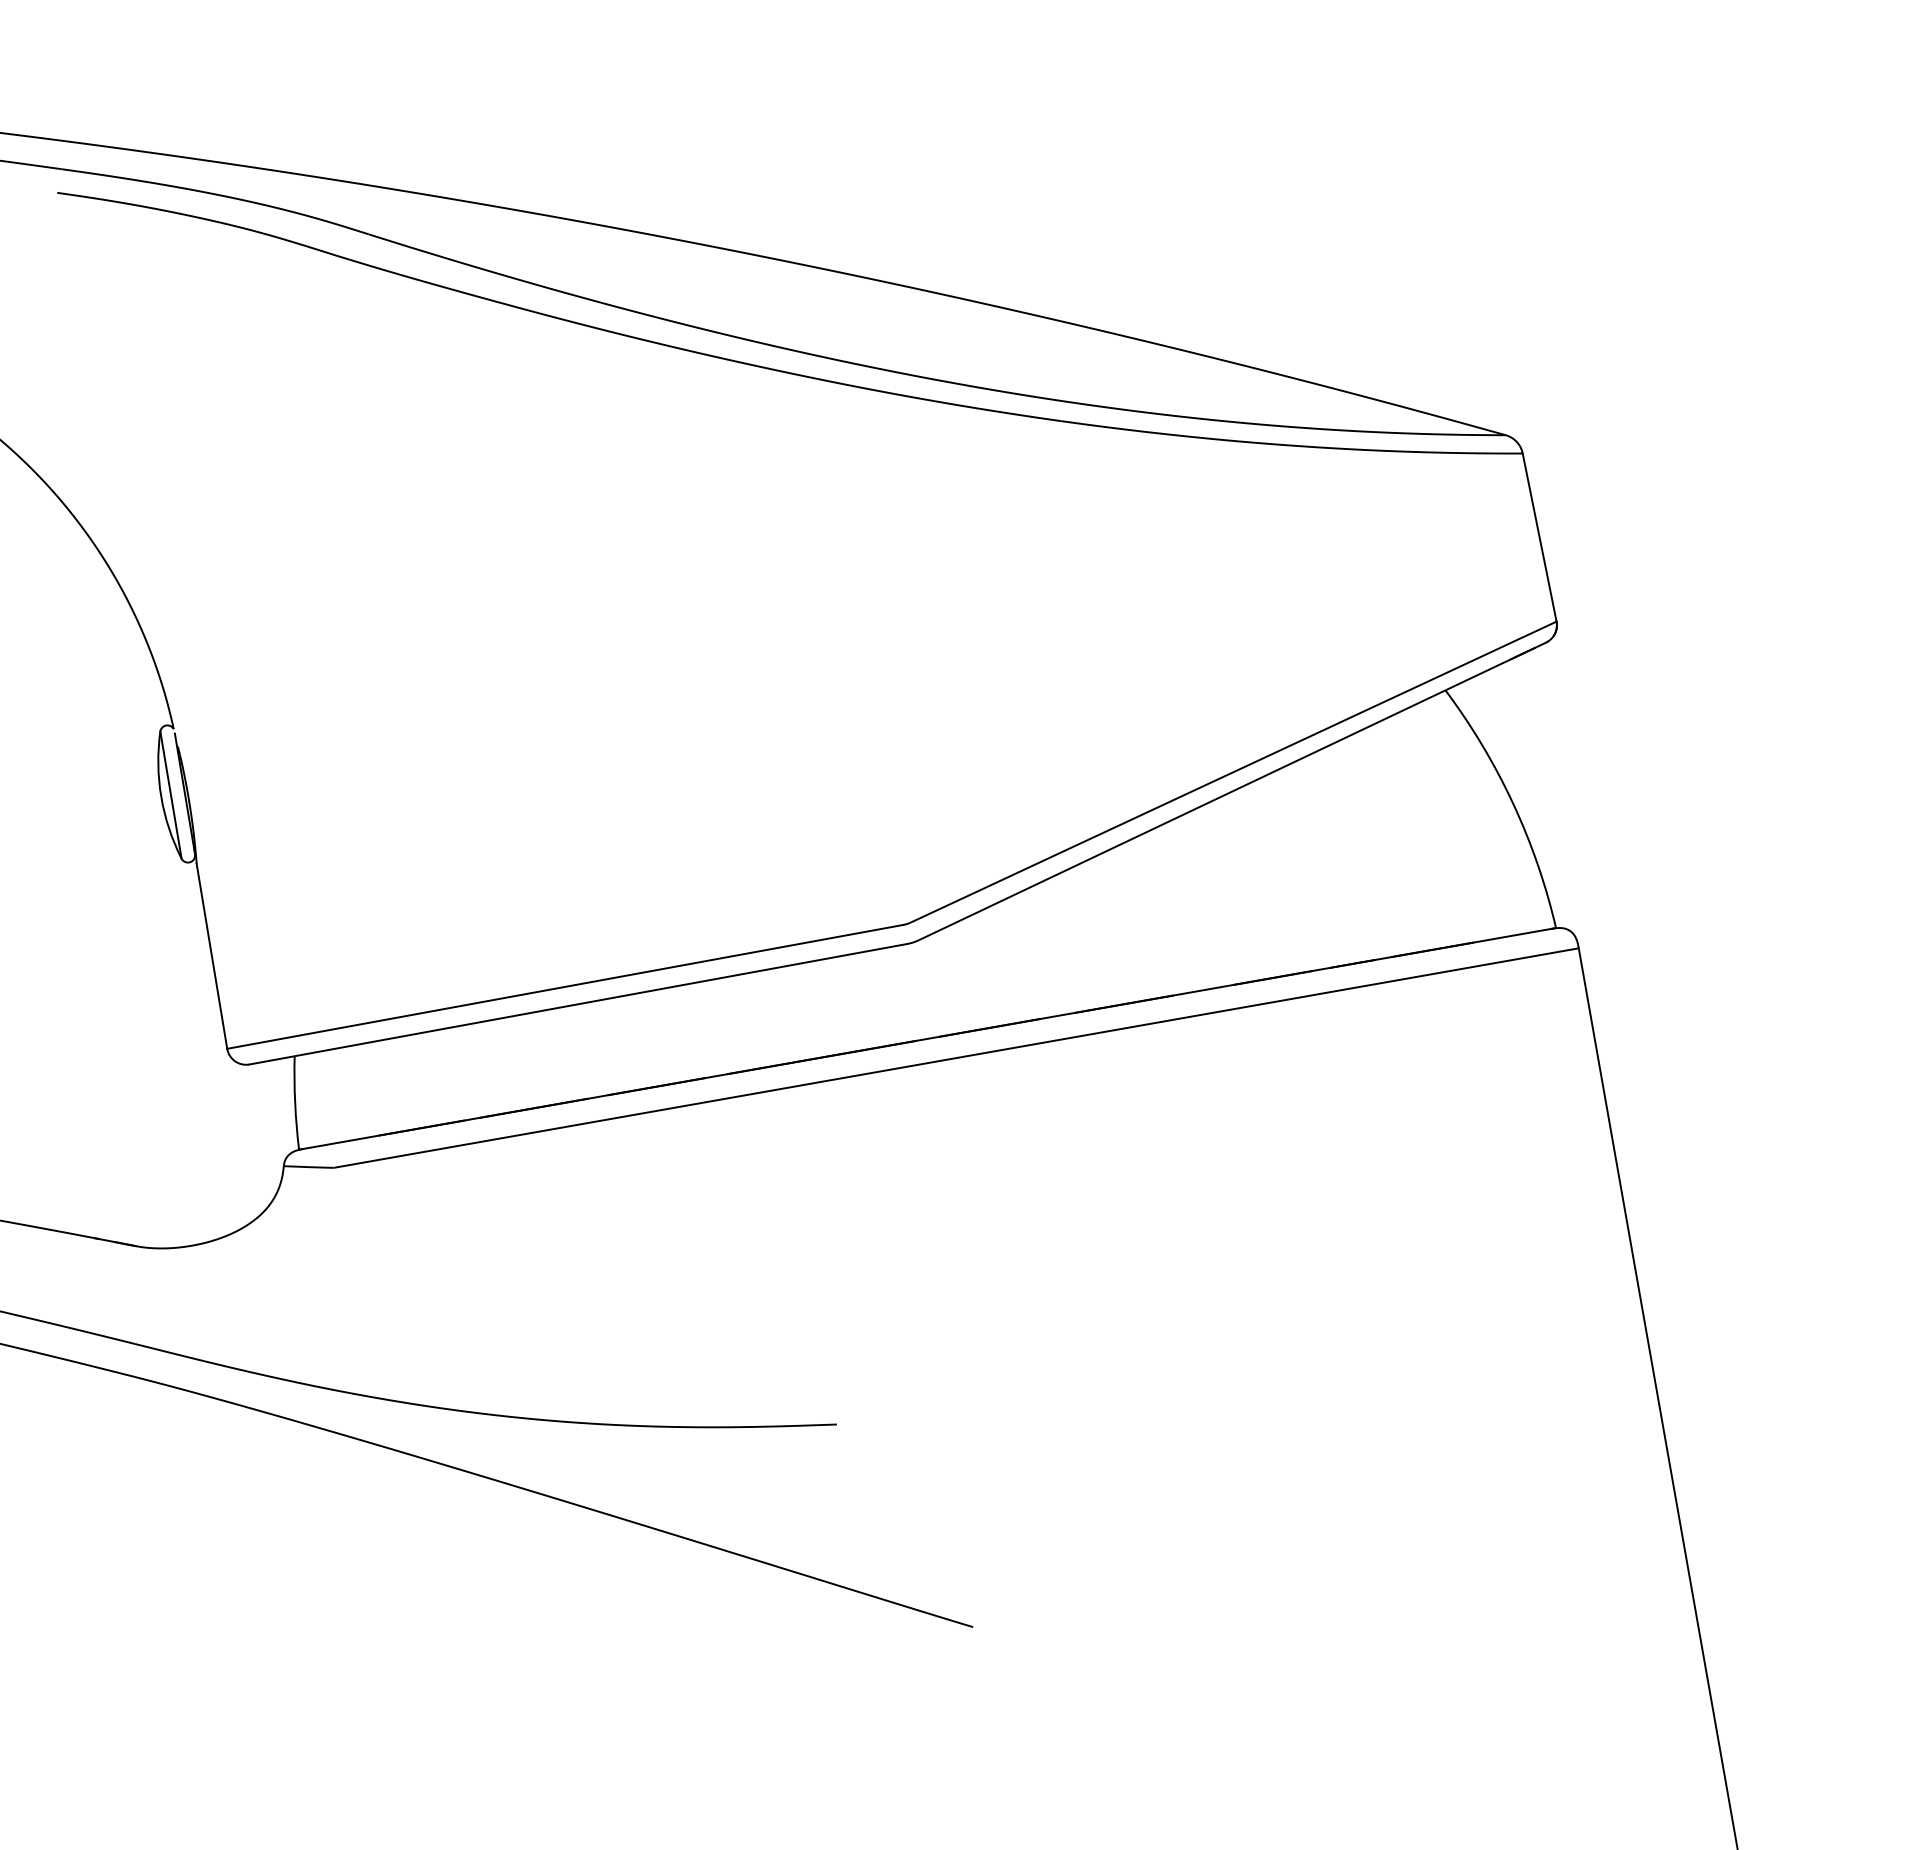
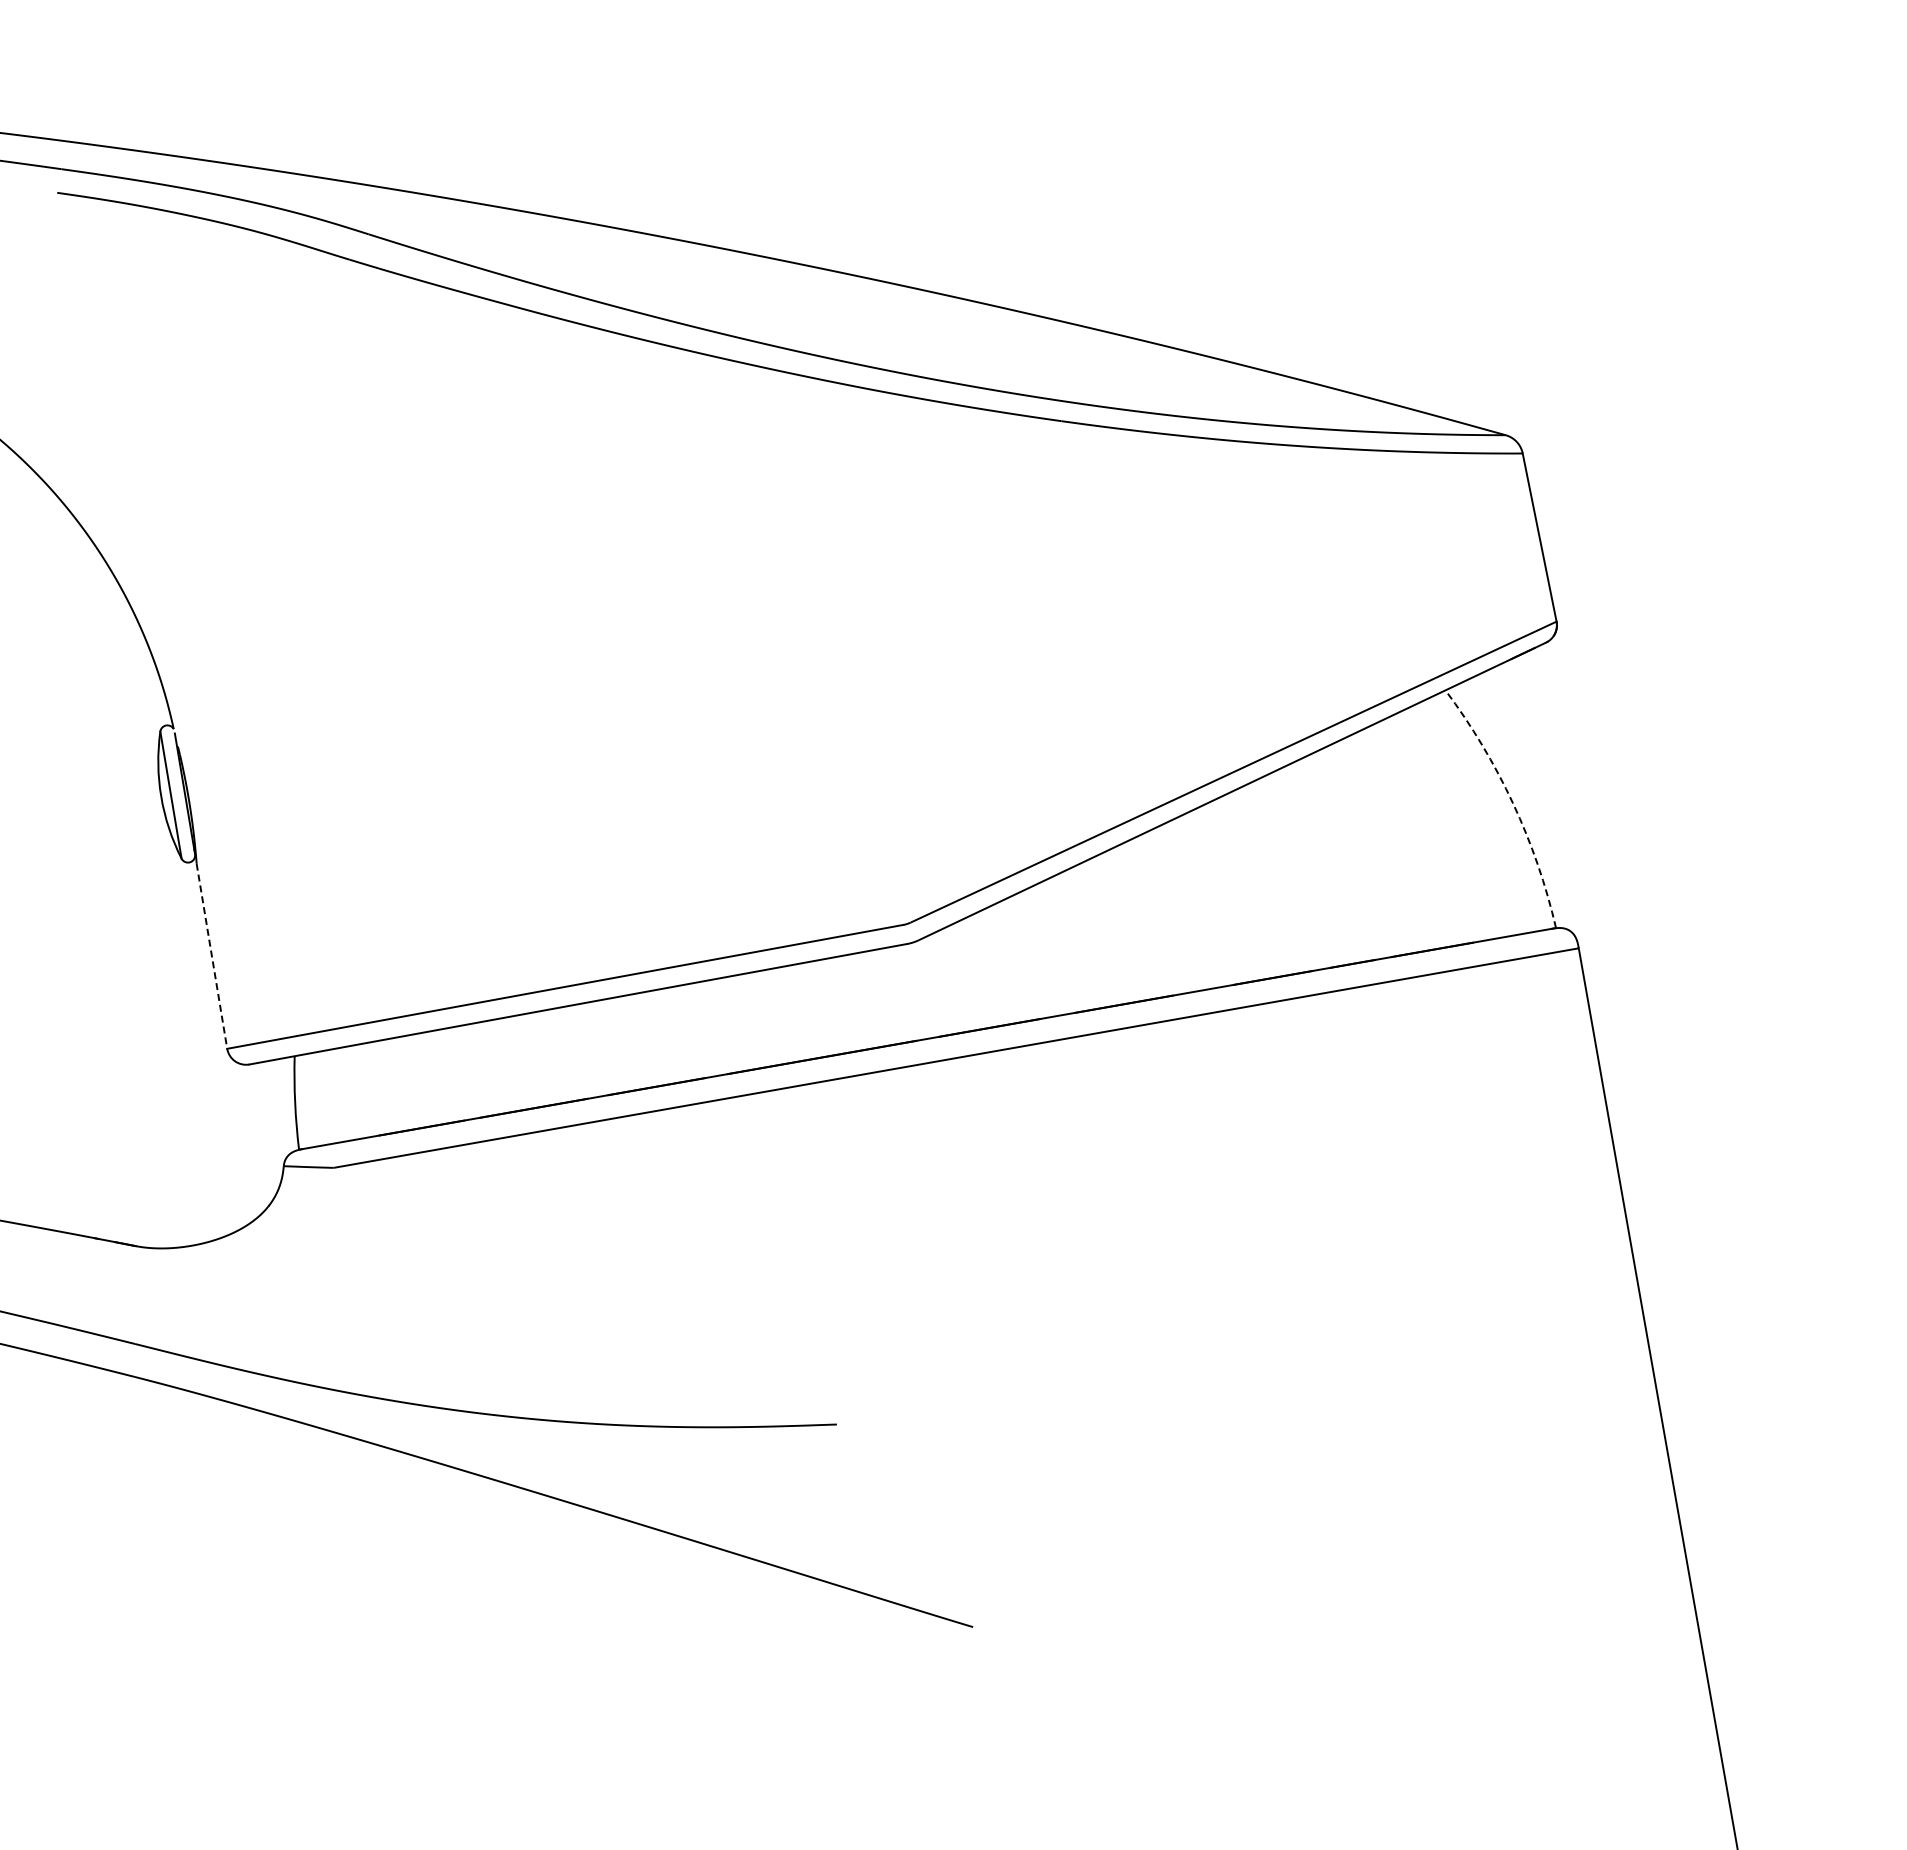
arc at (1513, 803): solid -> dashed
line at (211, 956): solid -> dashed
